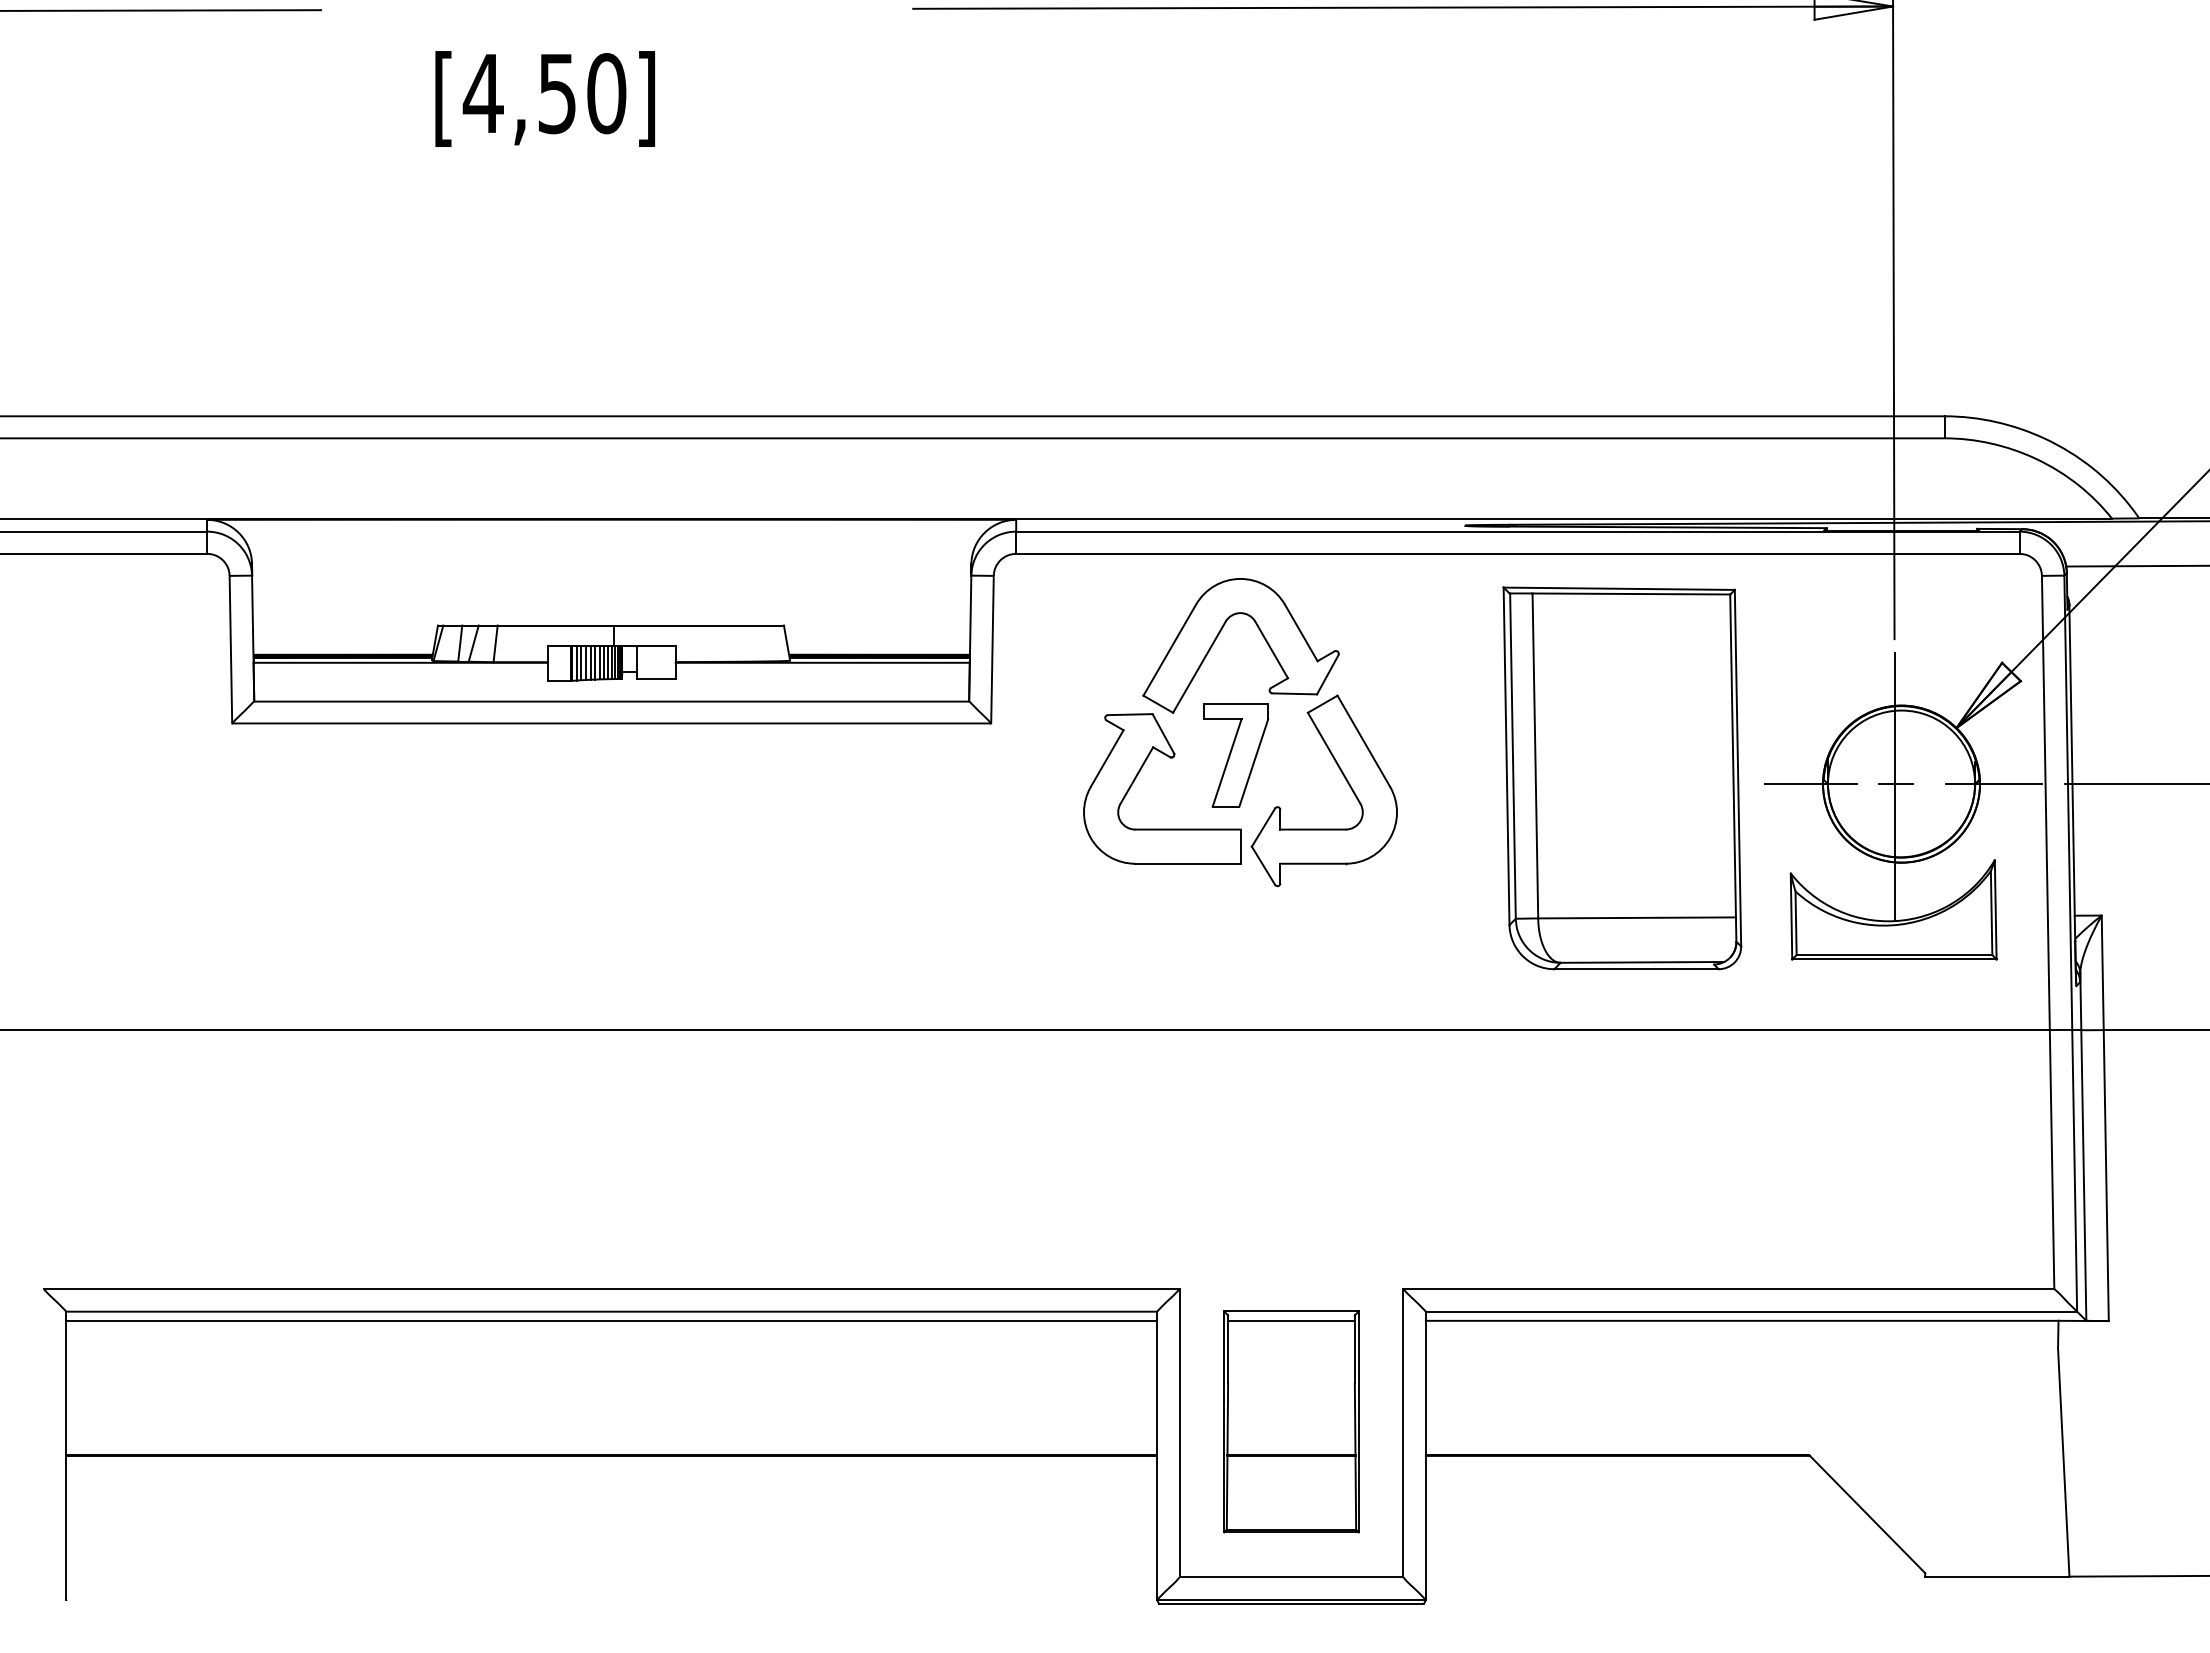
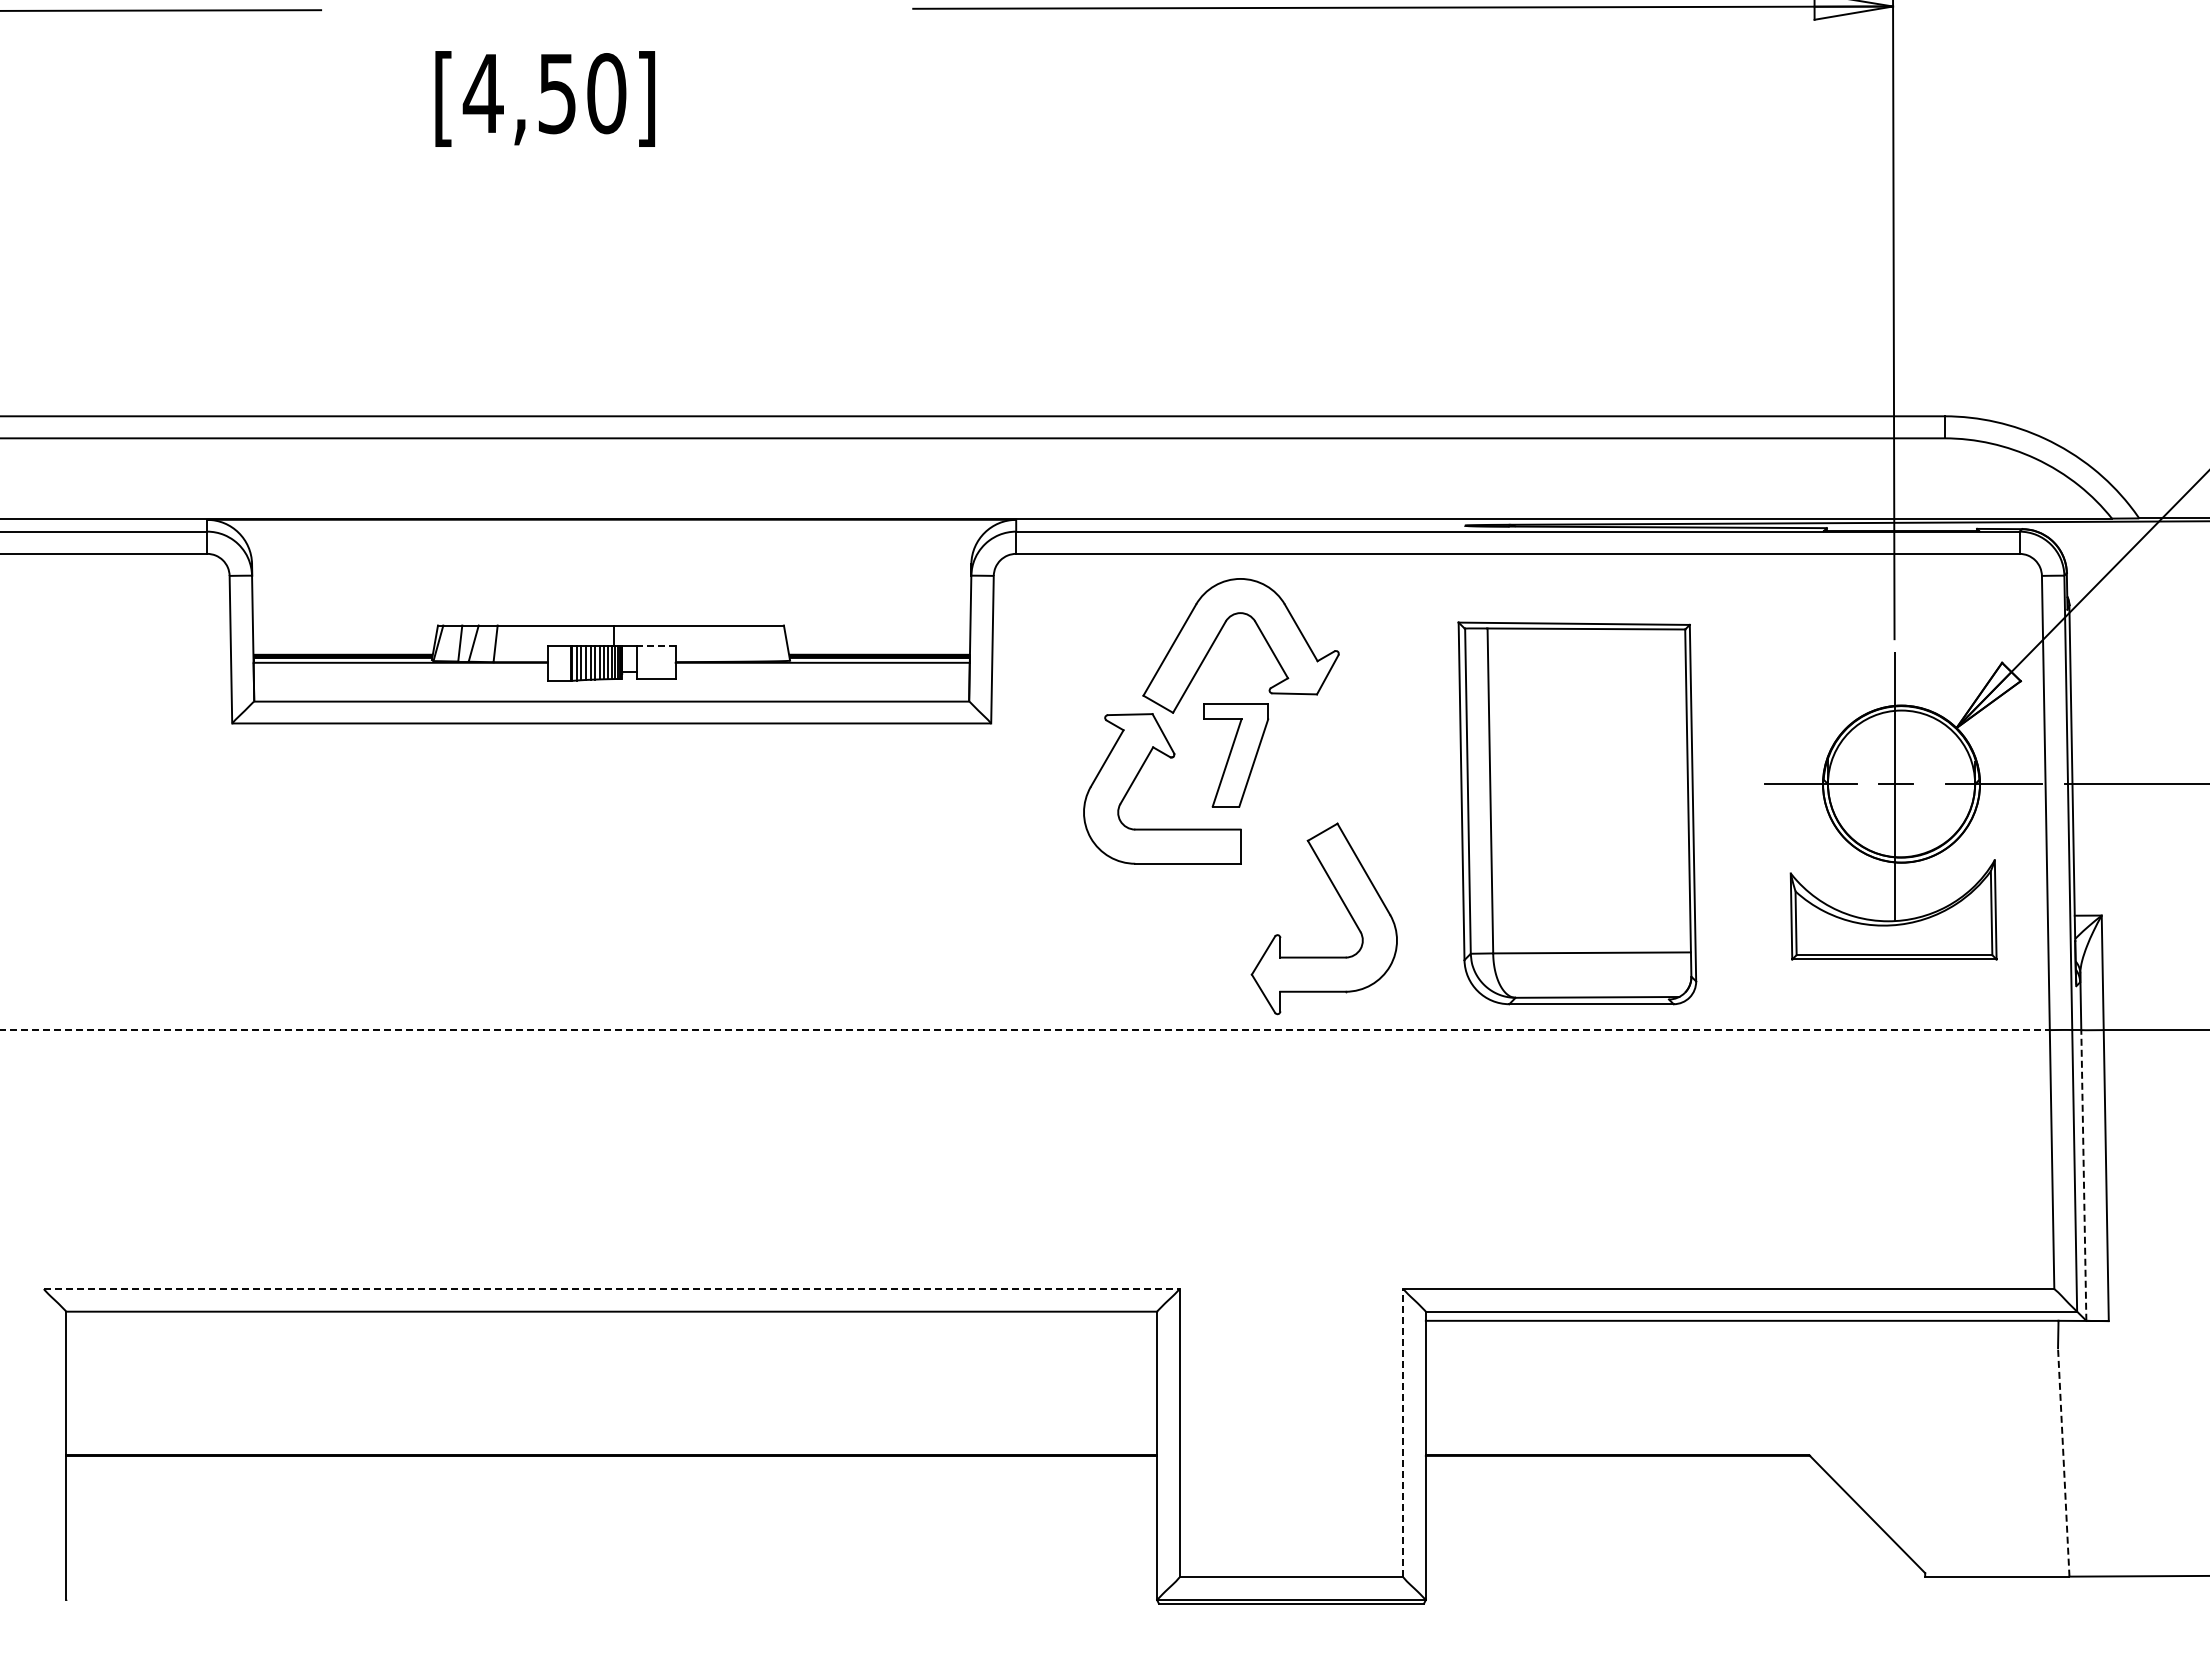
line at (2136, 565): present -> none
line at (656, 645): solid -> dashed
part at (1622, 778) position: (1622, 778) -> (1577, 813)
part at (1345, 780) position: (1345, 780) -> (1345, 908)
line at (1025, 1030): solid -> dashed
line at (2083, 1174): solid -> dashed
line at (611, 1289): solid -> dashed
line at (611, 1320): present -> none
part at (1291, 1421): present -> none
line at (1403, 1432): solid -> dashed
line at (2063, 1461): solid -> dashed
